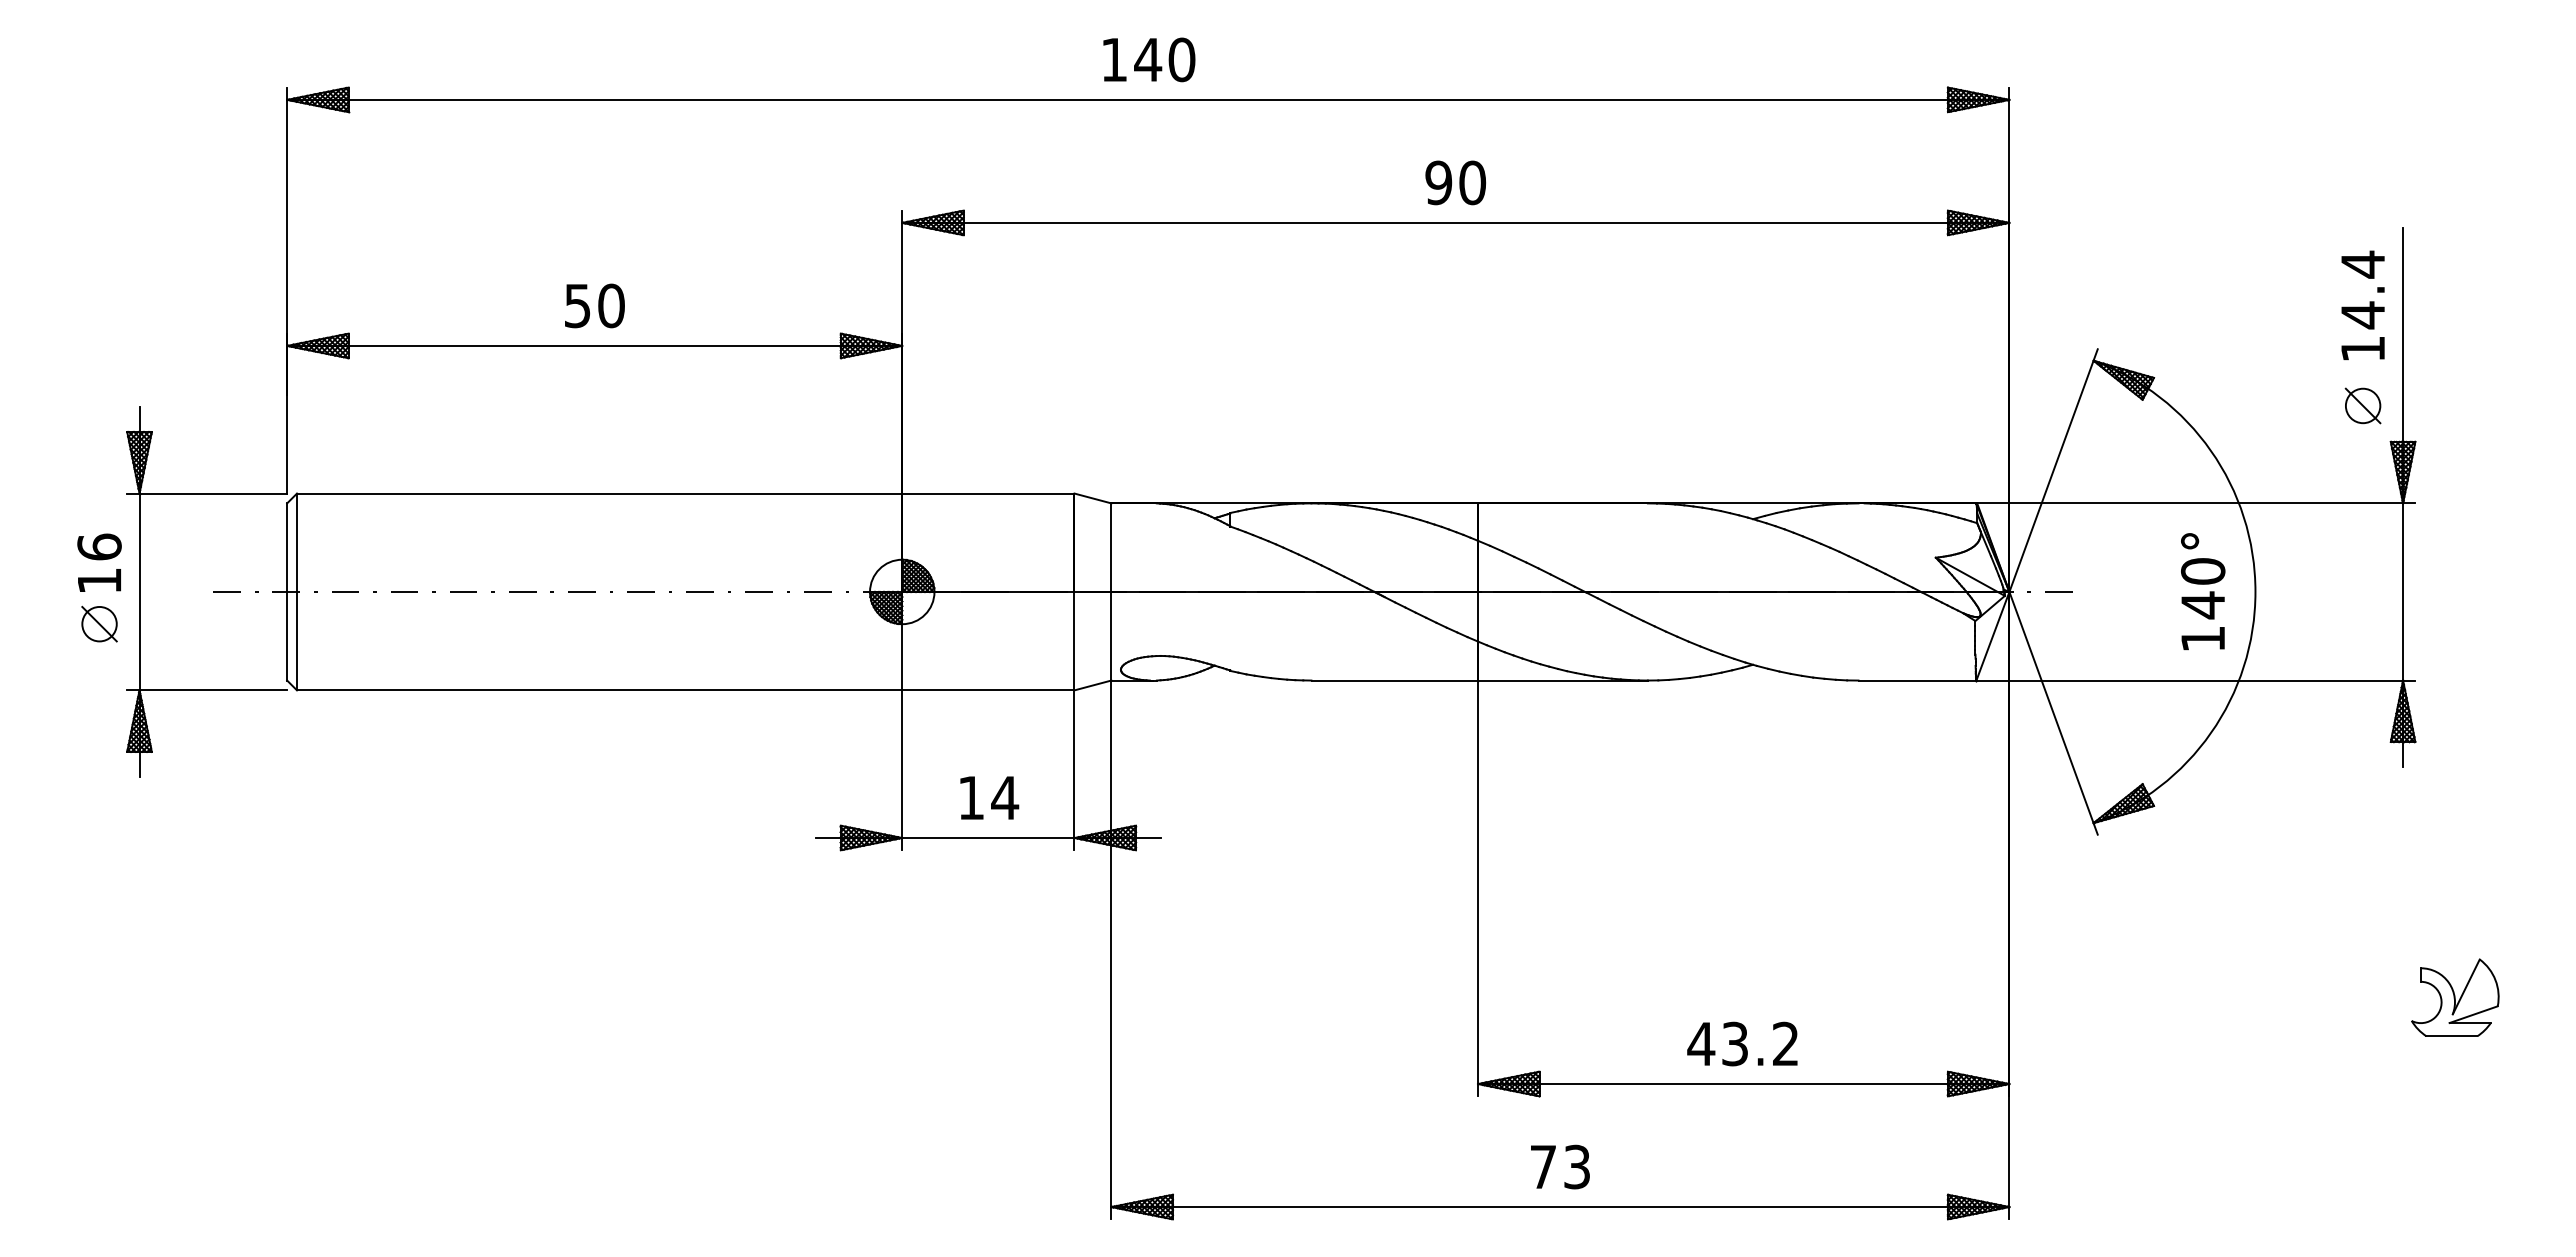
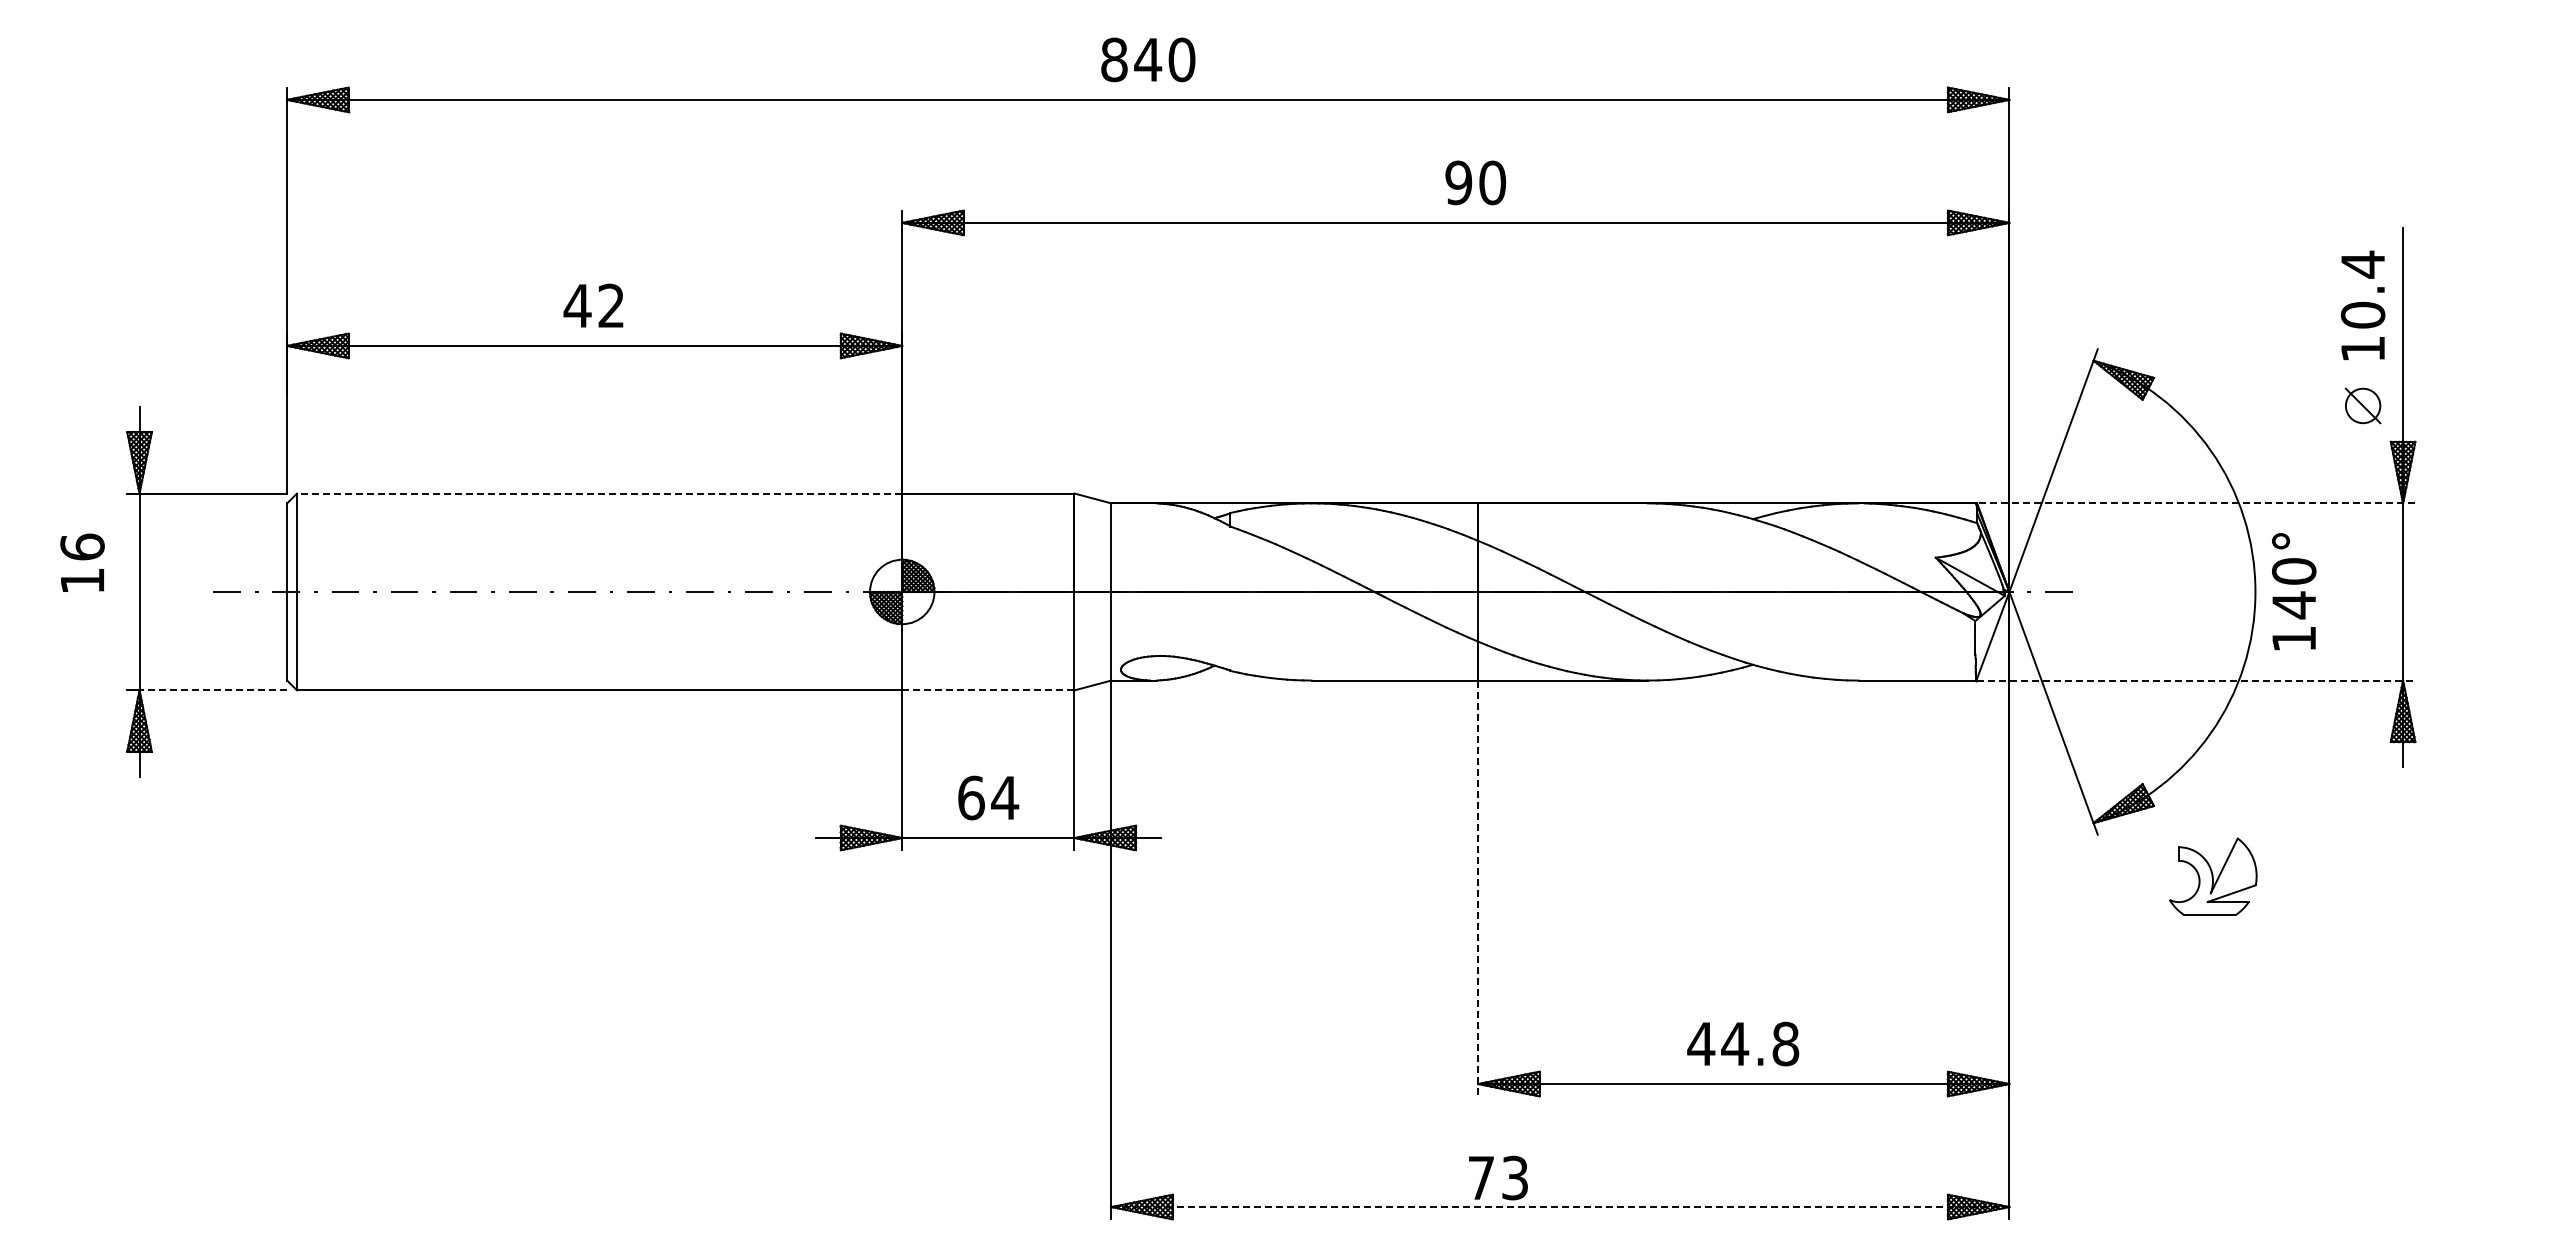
text at (1114, 59): 140 -> 840
text at (1455, 182) position: (1455, 182) -> (1475, 182)
text at (593, 305): 50 -> 42
text at (2362, 315): 14.4 -> 10.4
line at (599, 493): solid -> dashed
line at (2195, 503): solid -> dashed
text at (99, 562) position: (99, 562) -> (82, 562)
text at (2203, 591) position: (2203, 591) -> (2294, 591)
part at (99, 623): present -> none
line at (2196, 680): solid -> dashed
line at (213, 690): solid -> dashed
line at (988, 690): solid -> dashed
text at (971, 797): 14 -> 64
line at (1477, 888): solid -> dashed
part at (2455, 997) position: (2455, 997) -> (2213, 876)
text at (1760, 1043): 43.2 -> 44.8
text at (1560, 1166) position: (1560, 1166) -> (1498, 1177)
line at (1560, 1207): solid -> dashed
